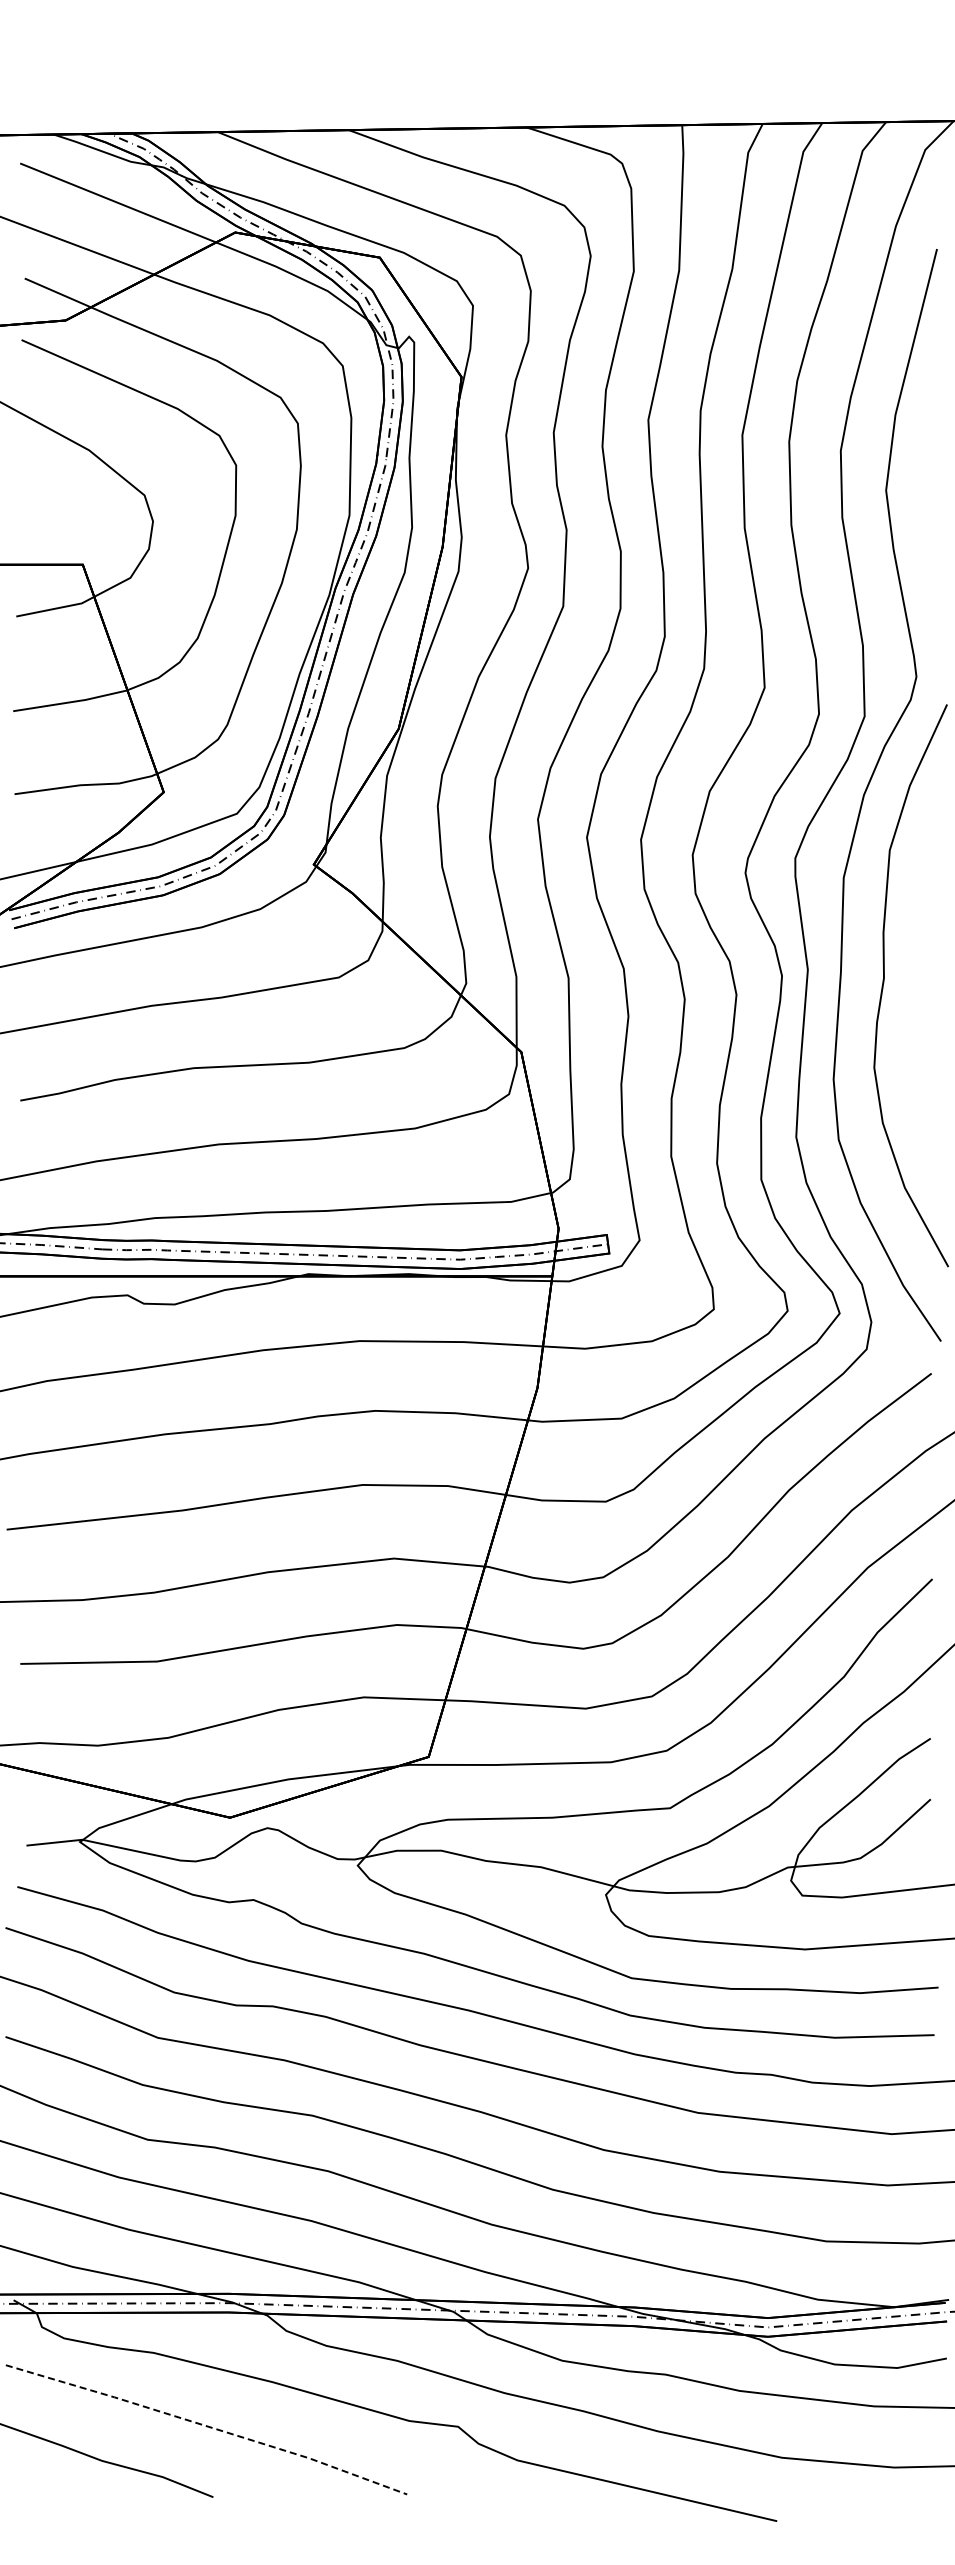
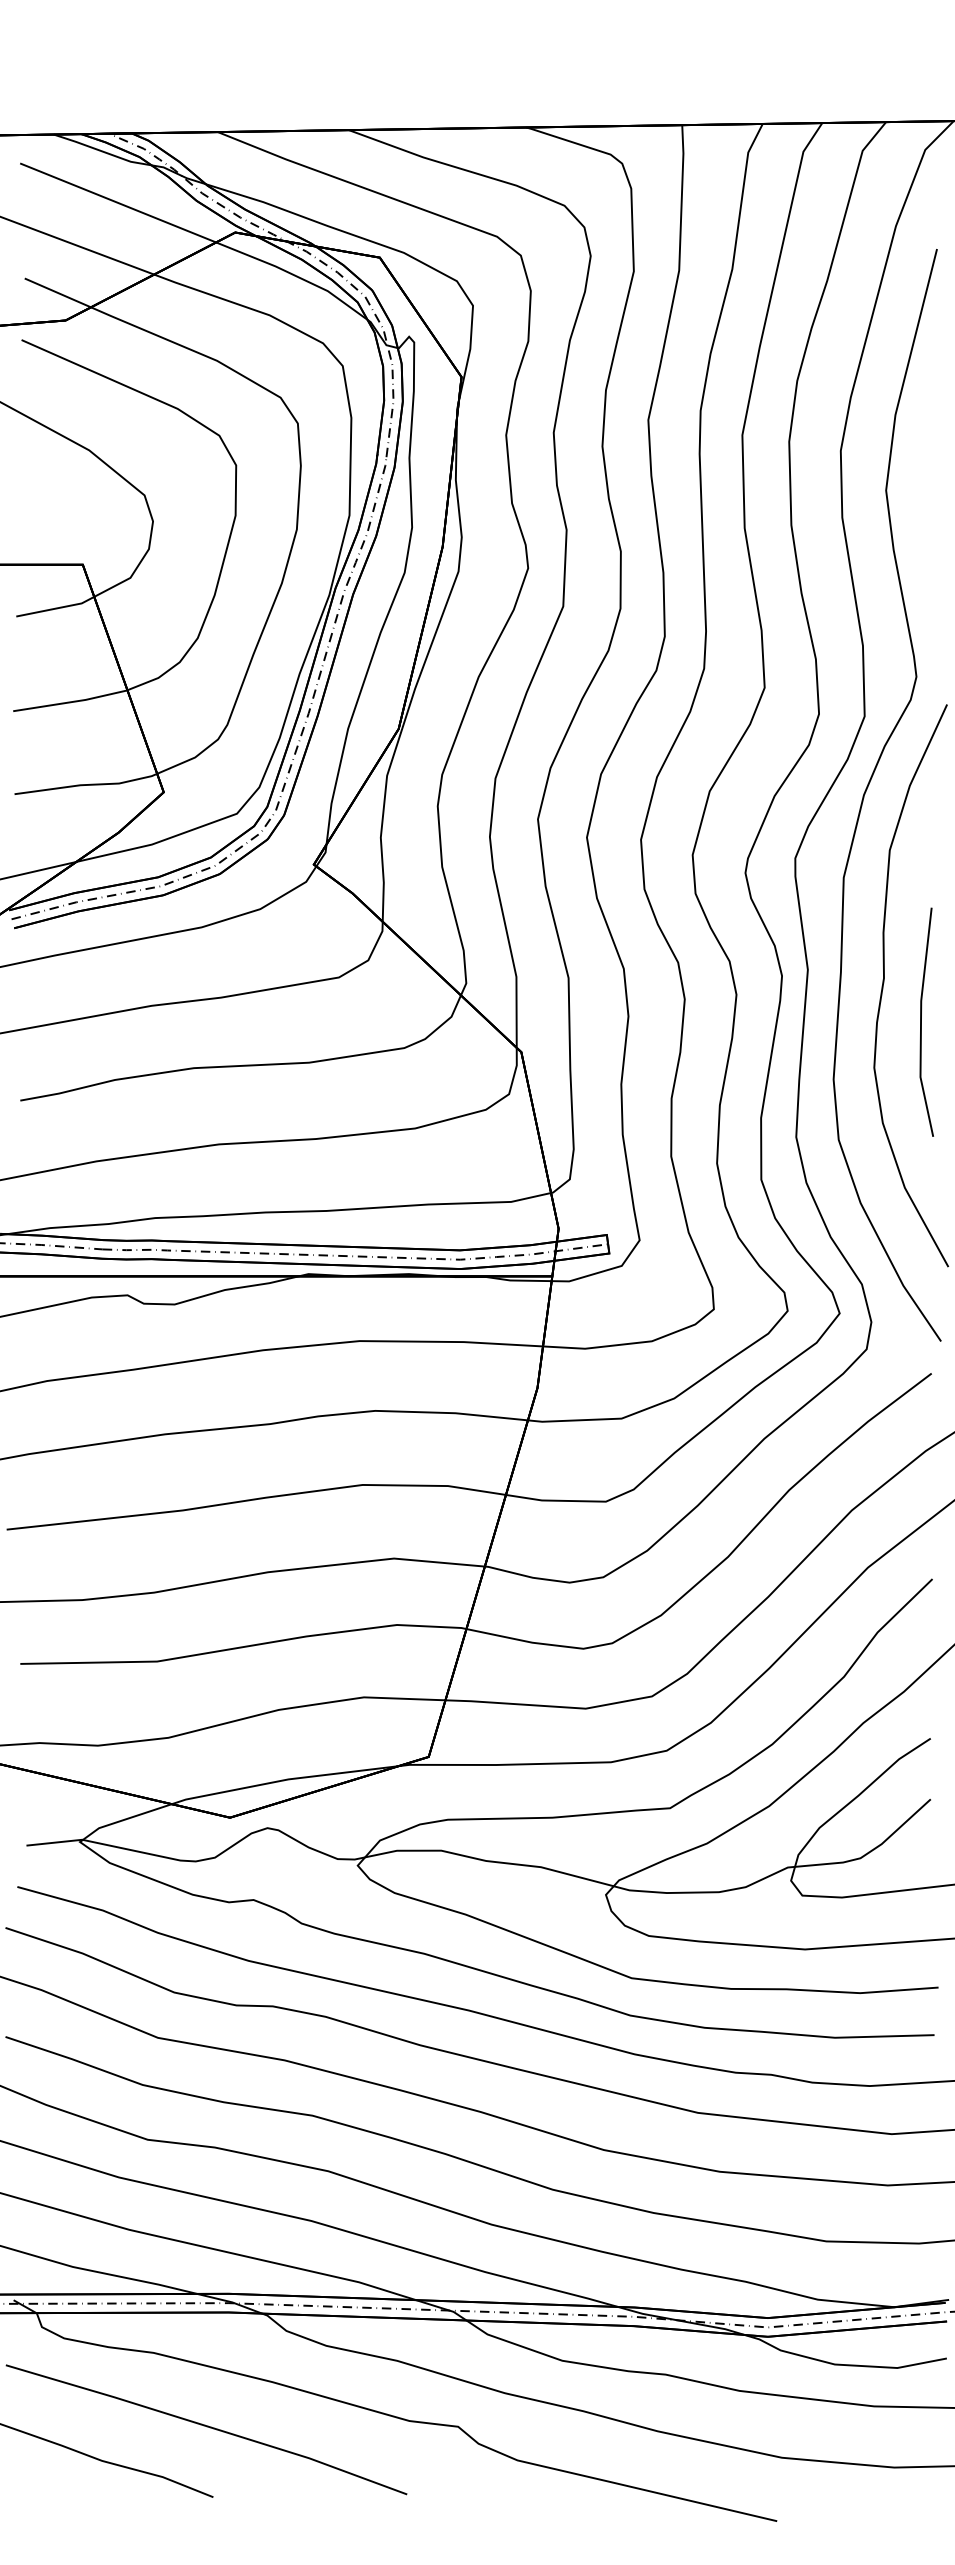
line at (921, 1021): none -> present
line at (207, 2426): dashed -> solid
